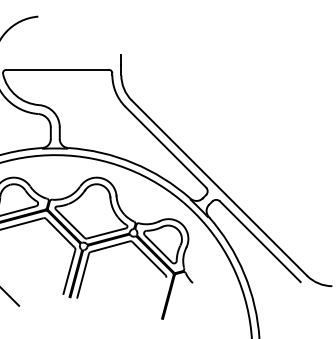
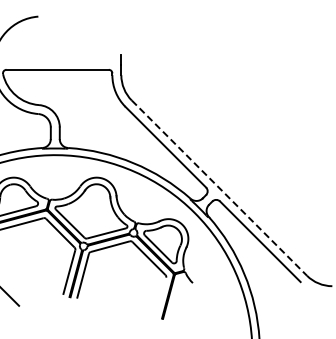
line at (219, 188): solid -> dashed
